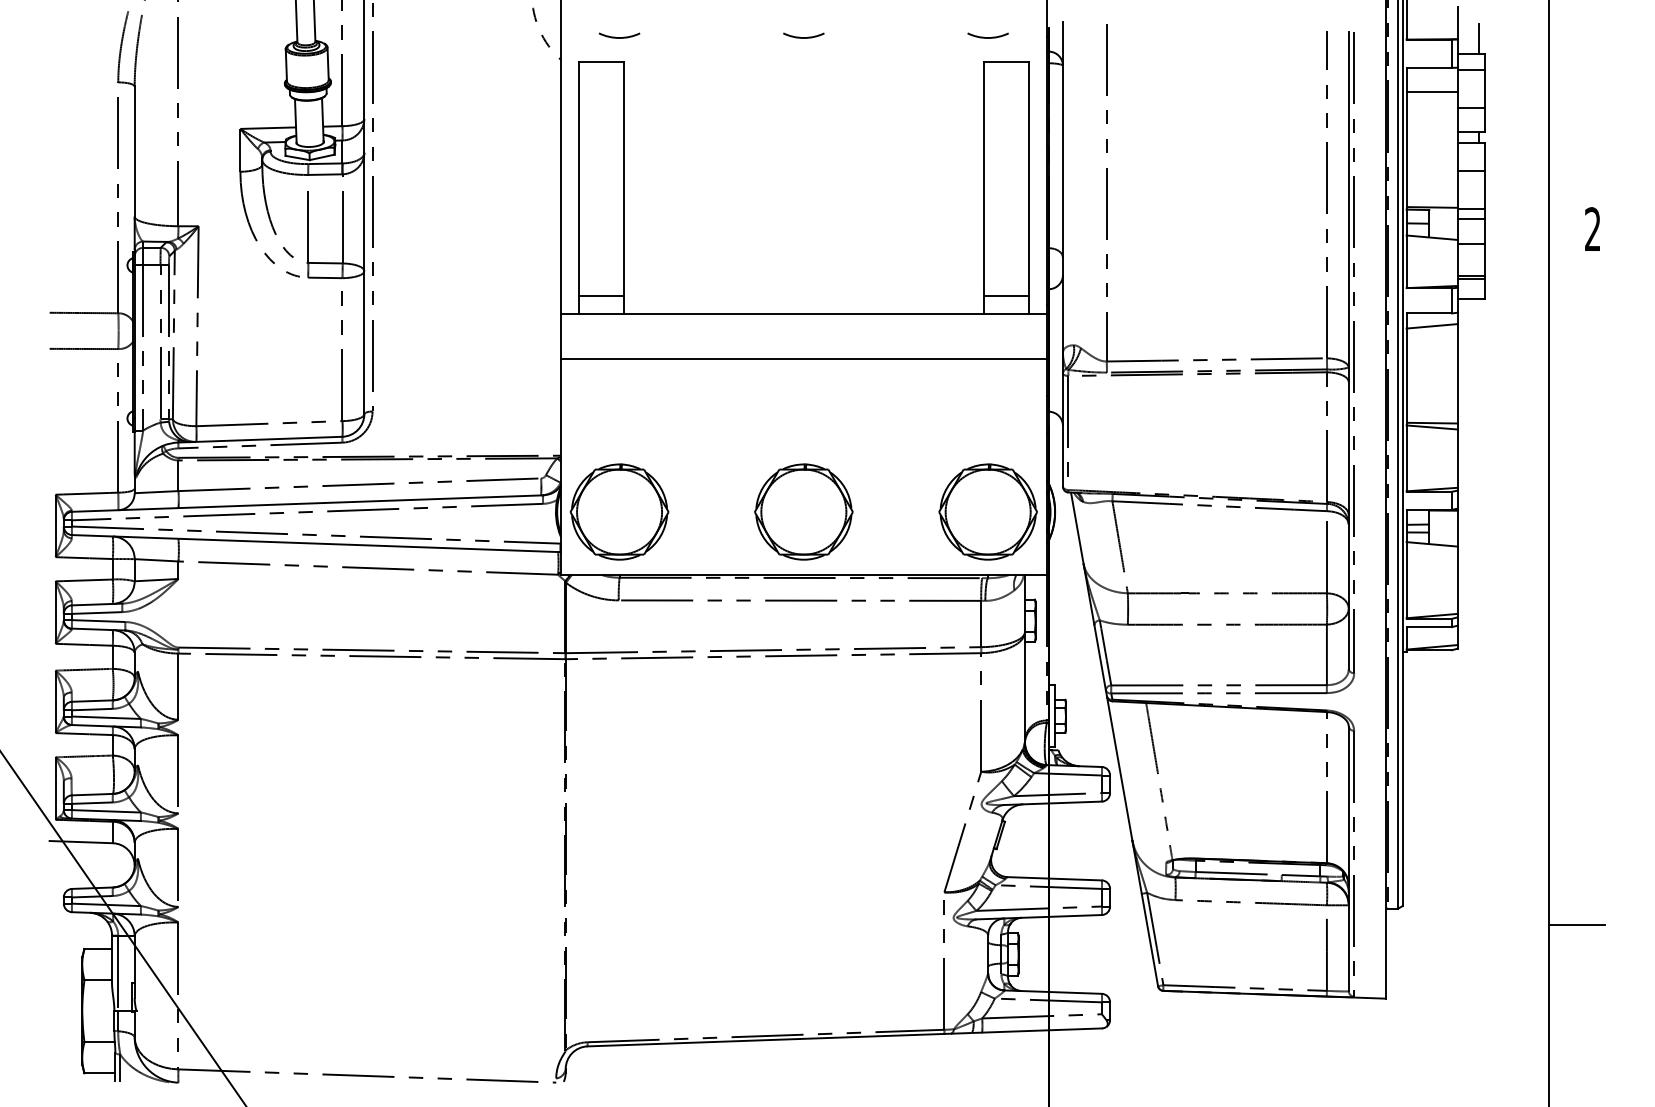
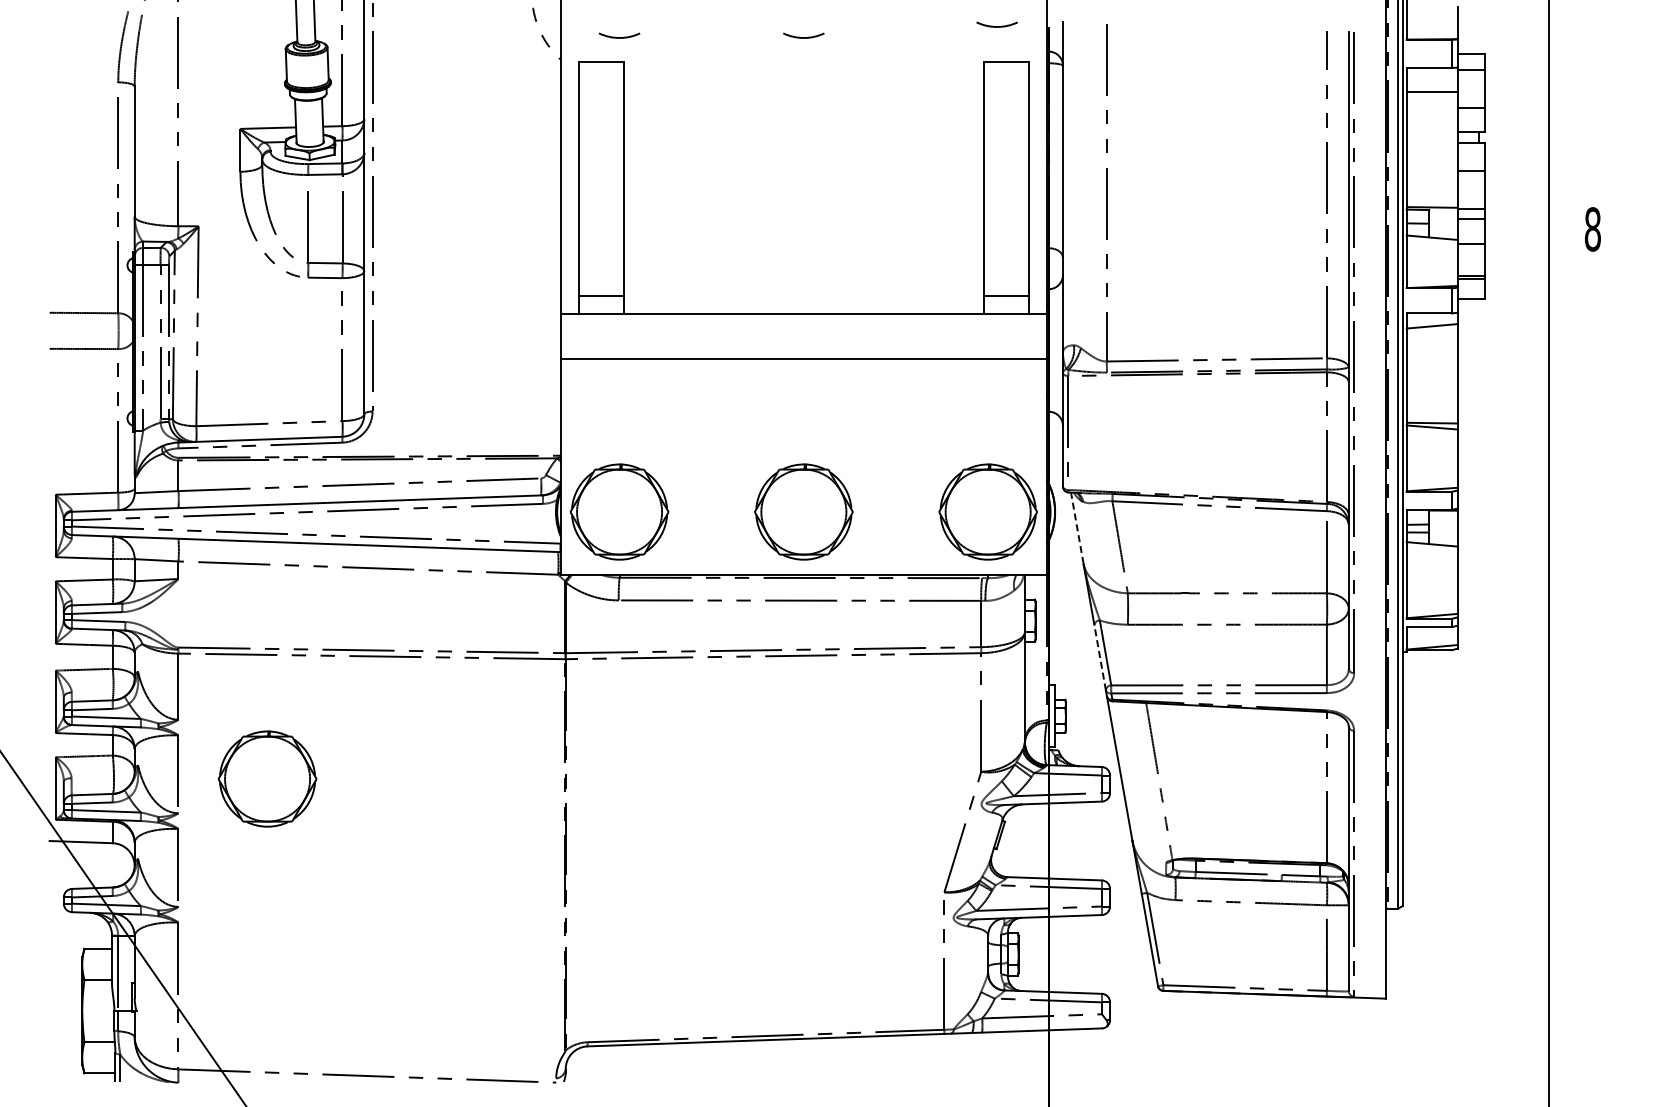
arc at (987, 37) position: (987, 37) -> (996, 26)
line at (1478, 39): present -> none
text at (1592, 229): 2 -> 8
line at (1077, 527): solid -> dashed
line at (1100, 657): solid -> dashed
part at (267, 778): none -> present
line at (1576, 924): present -> none
